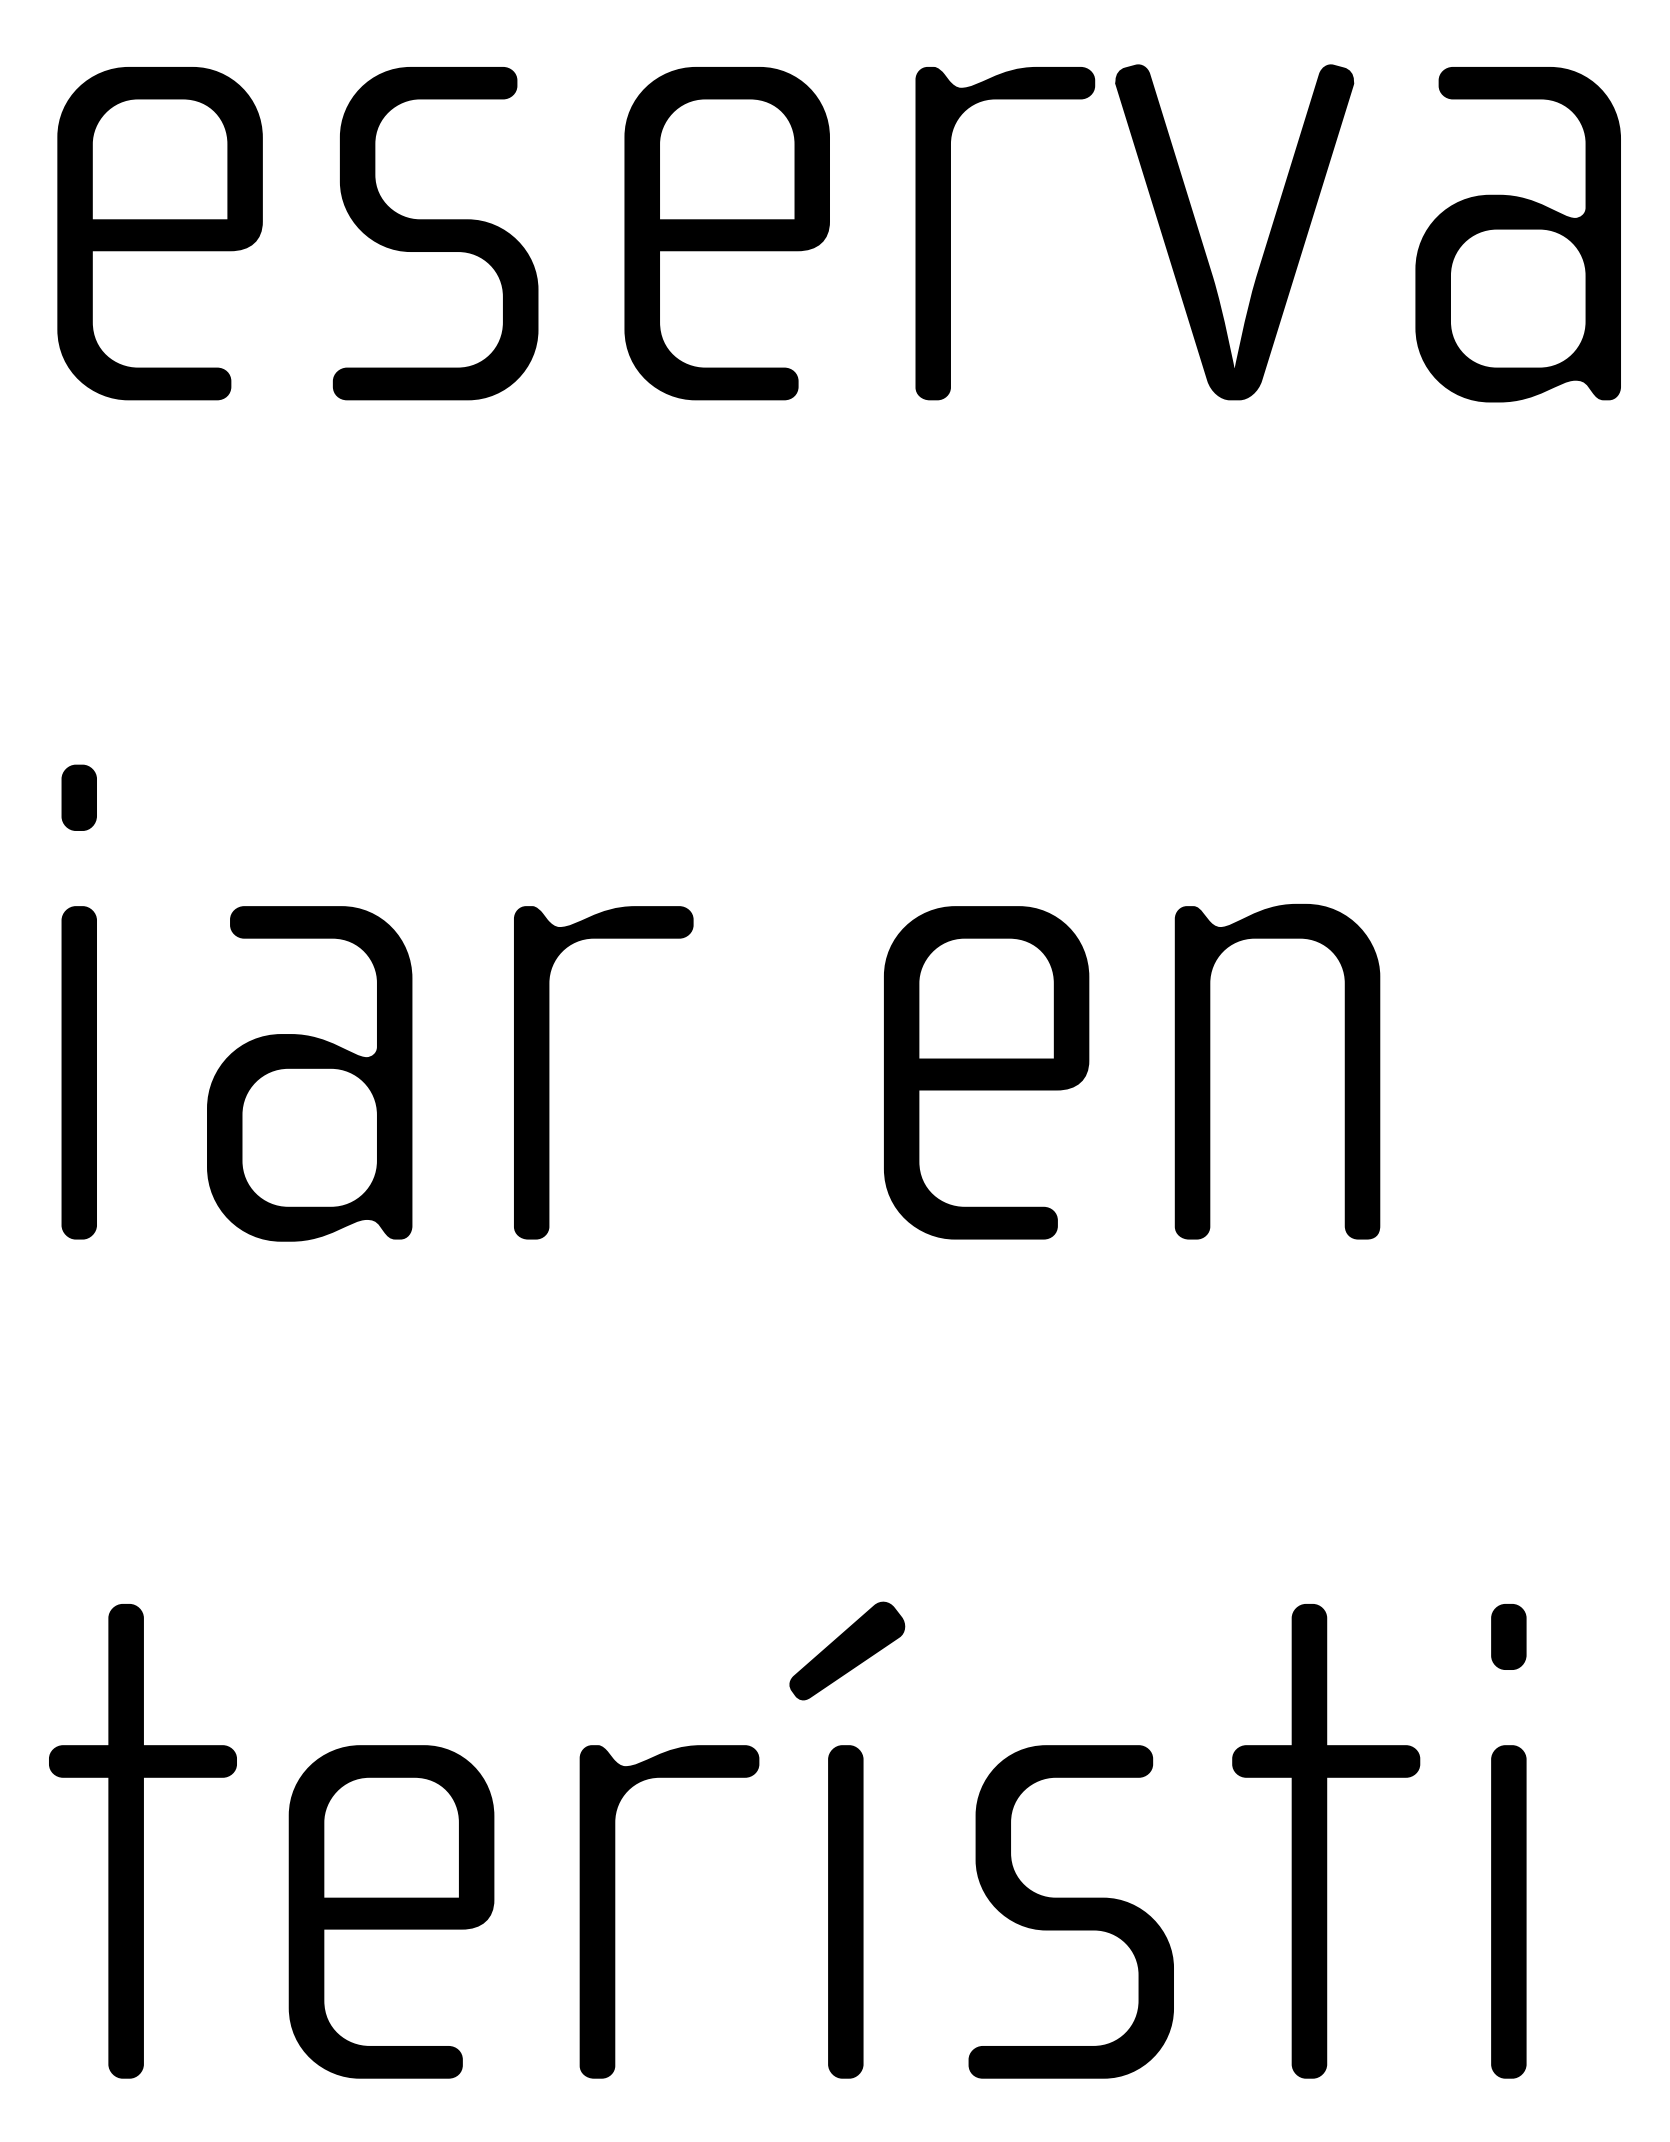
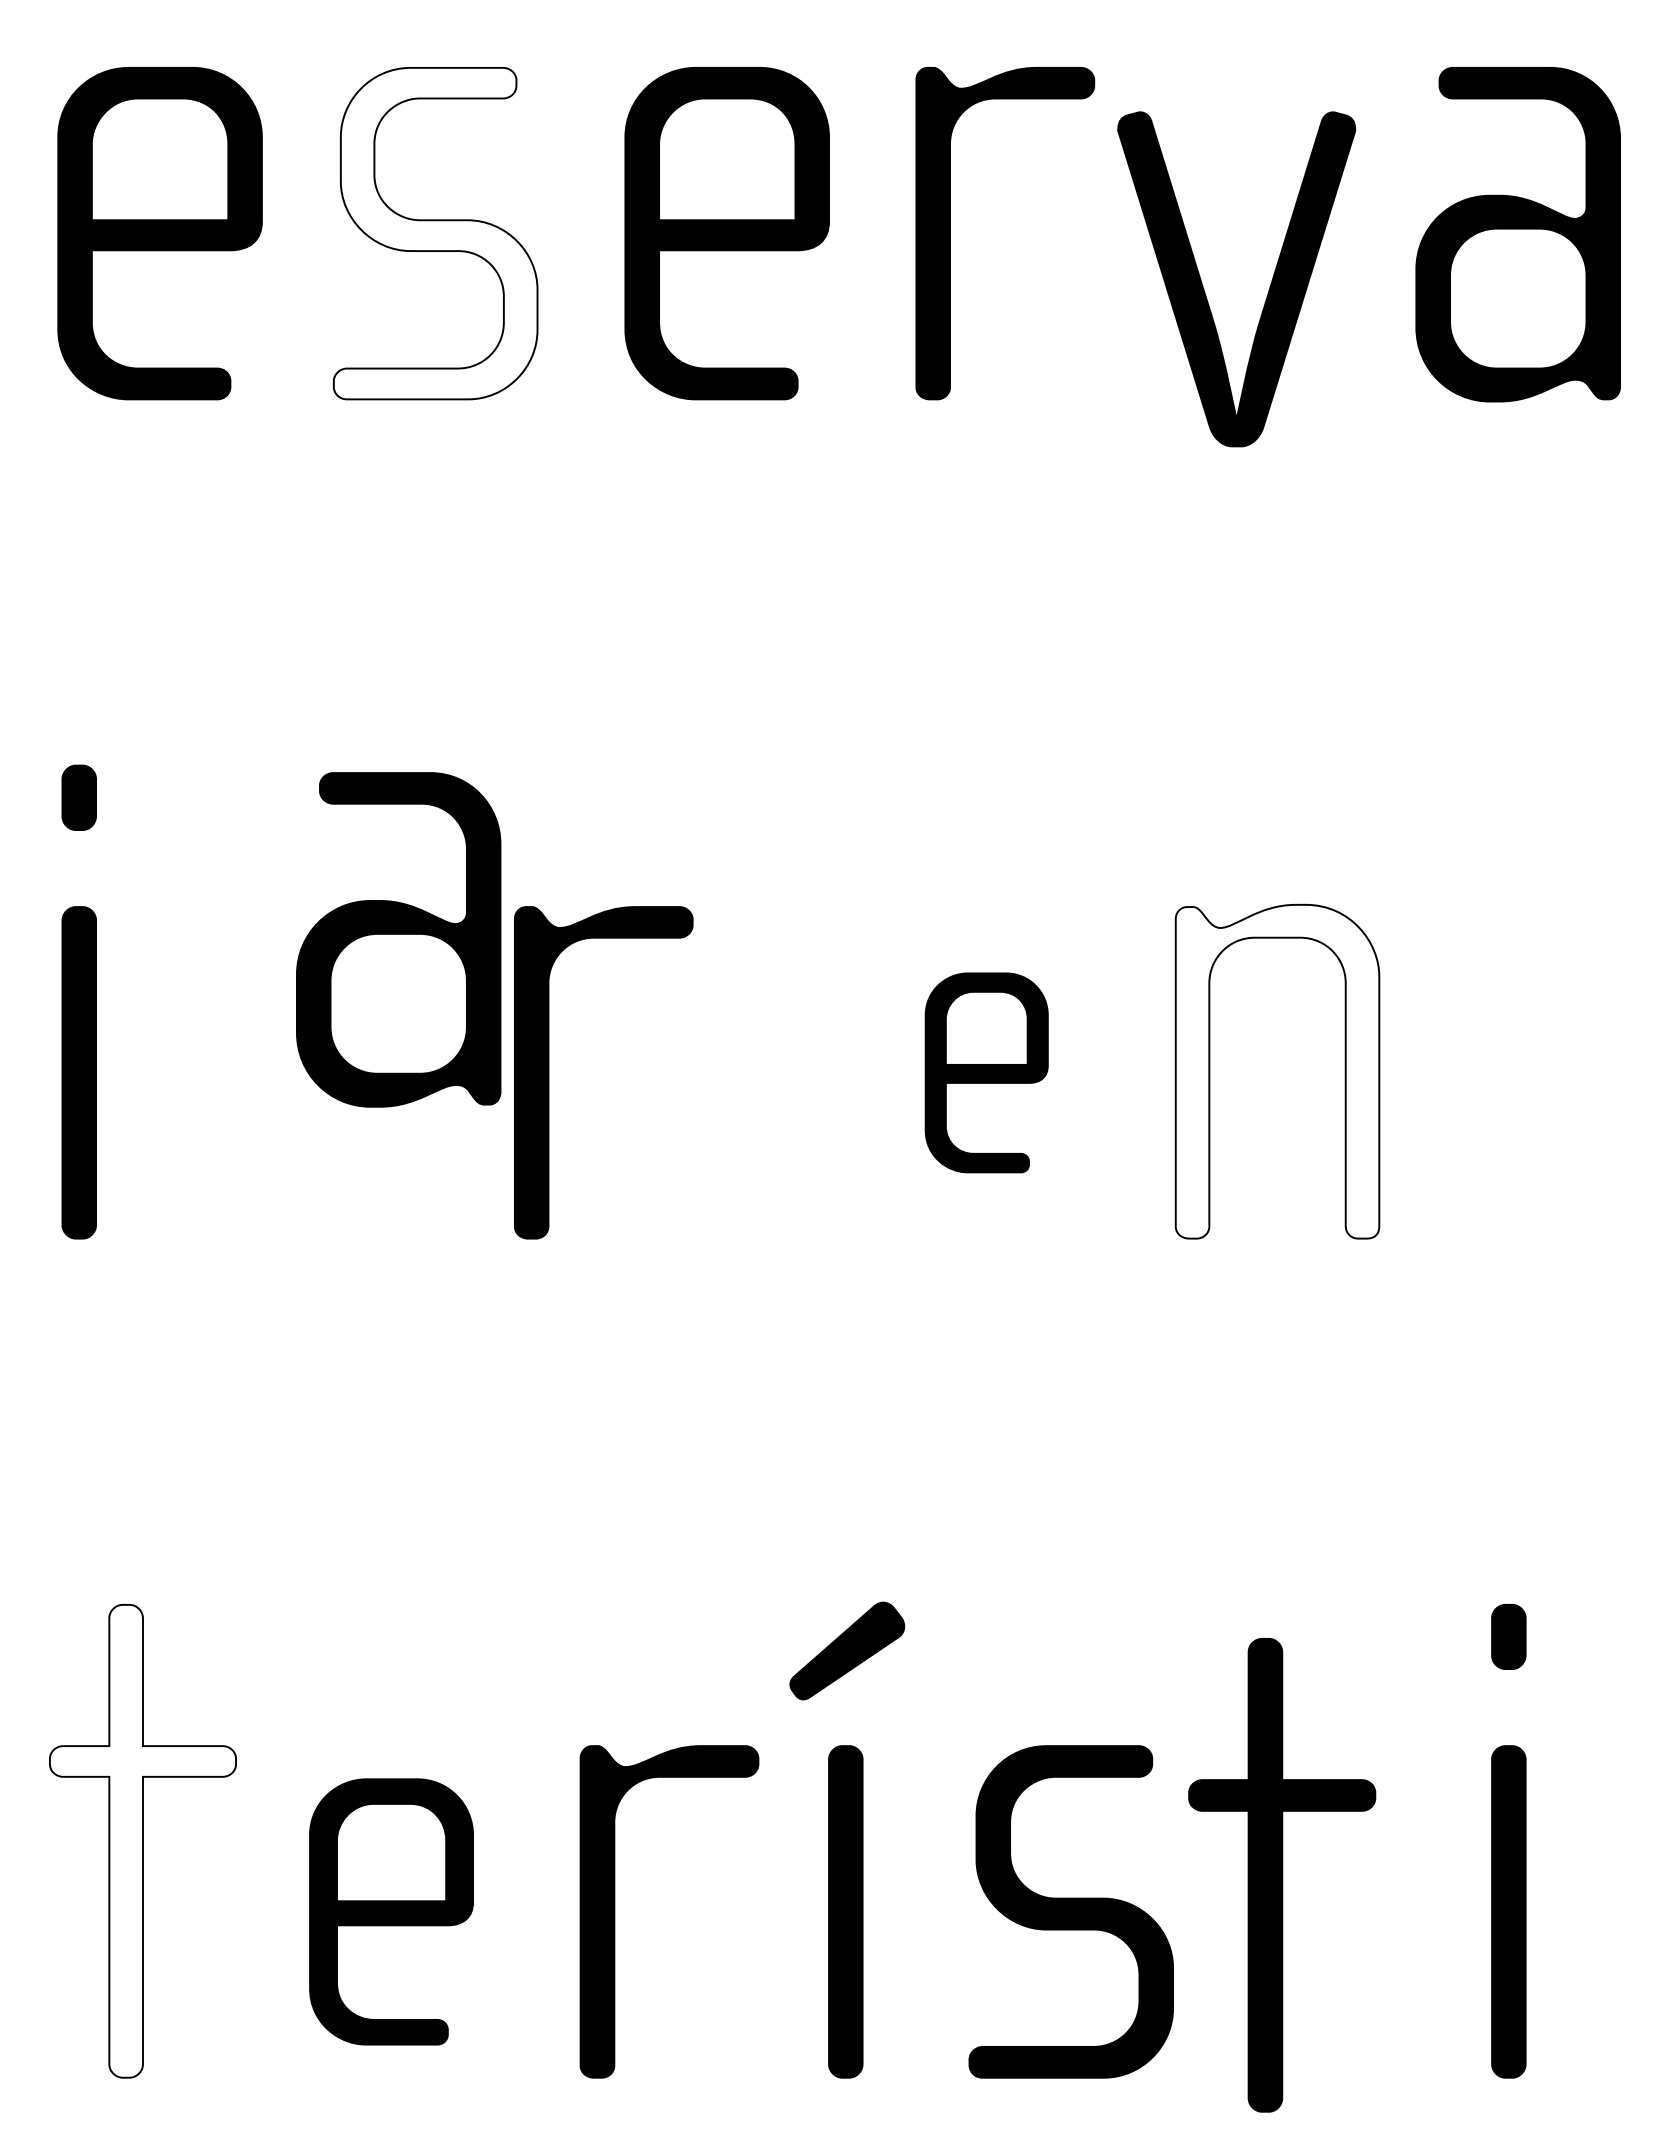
fill at (435, 233): present -> none
part at (1202, 242) position: (1202, 242) -> (1204, 289)
fill at (1277, 1071): present -> none
part at (986, 1072) size: 206x334 px -> 125x202 px
part at (309, 1073) position: (309, 1073) -> (398, 939)
fill at (142, 1840): present -> none
part at (1326, 1841) position: (1326, 1841) -> (1282, 1875)
part at (391, 1911) size: 207x334 px -> 165x268 px
